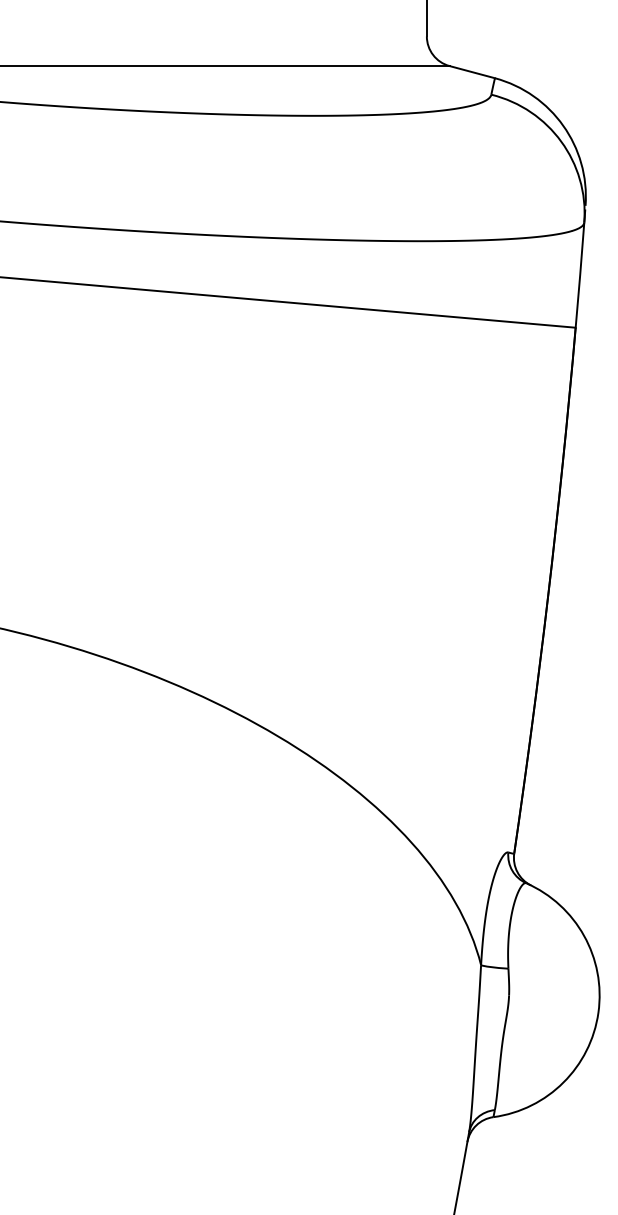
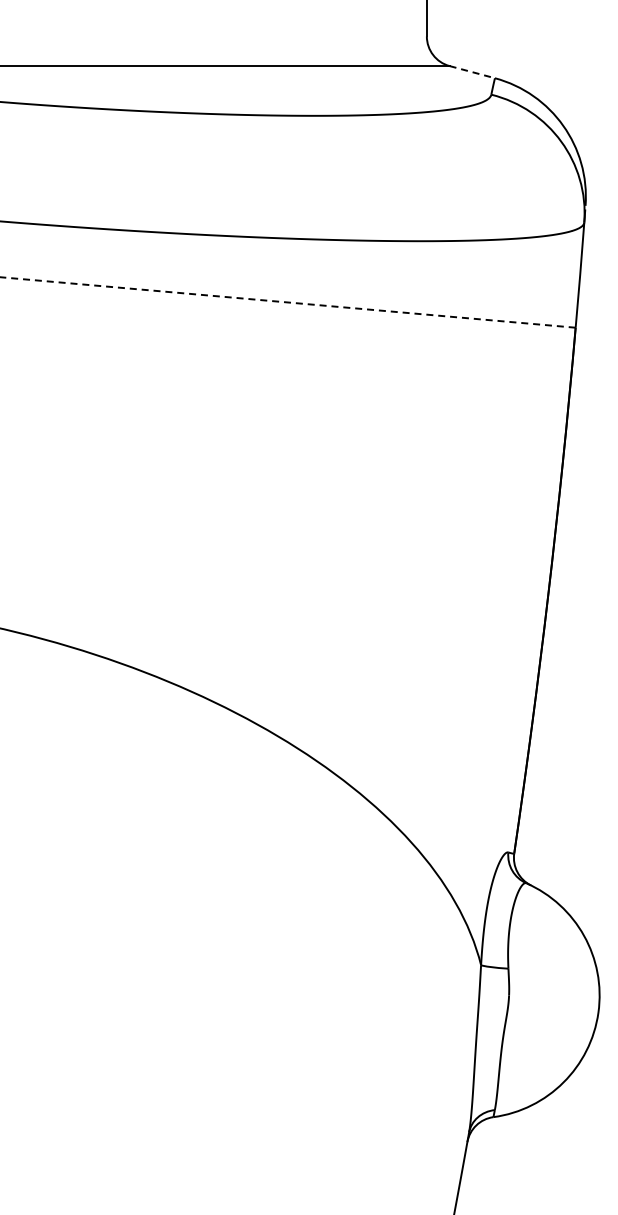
line at (472, 72): solid -> dashed
line at (288, 302): solid -> dashed
